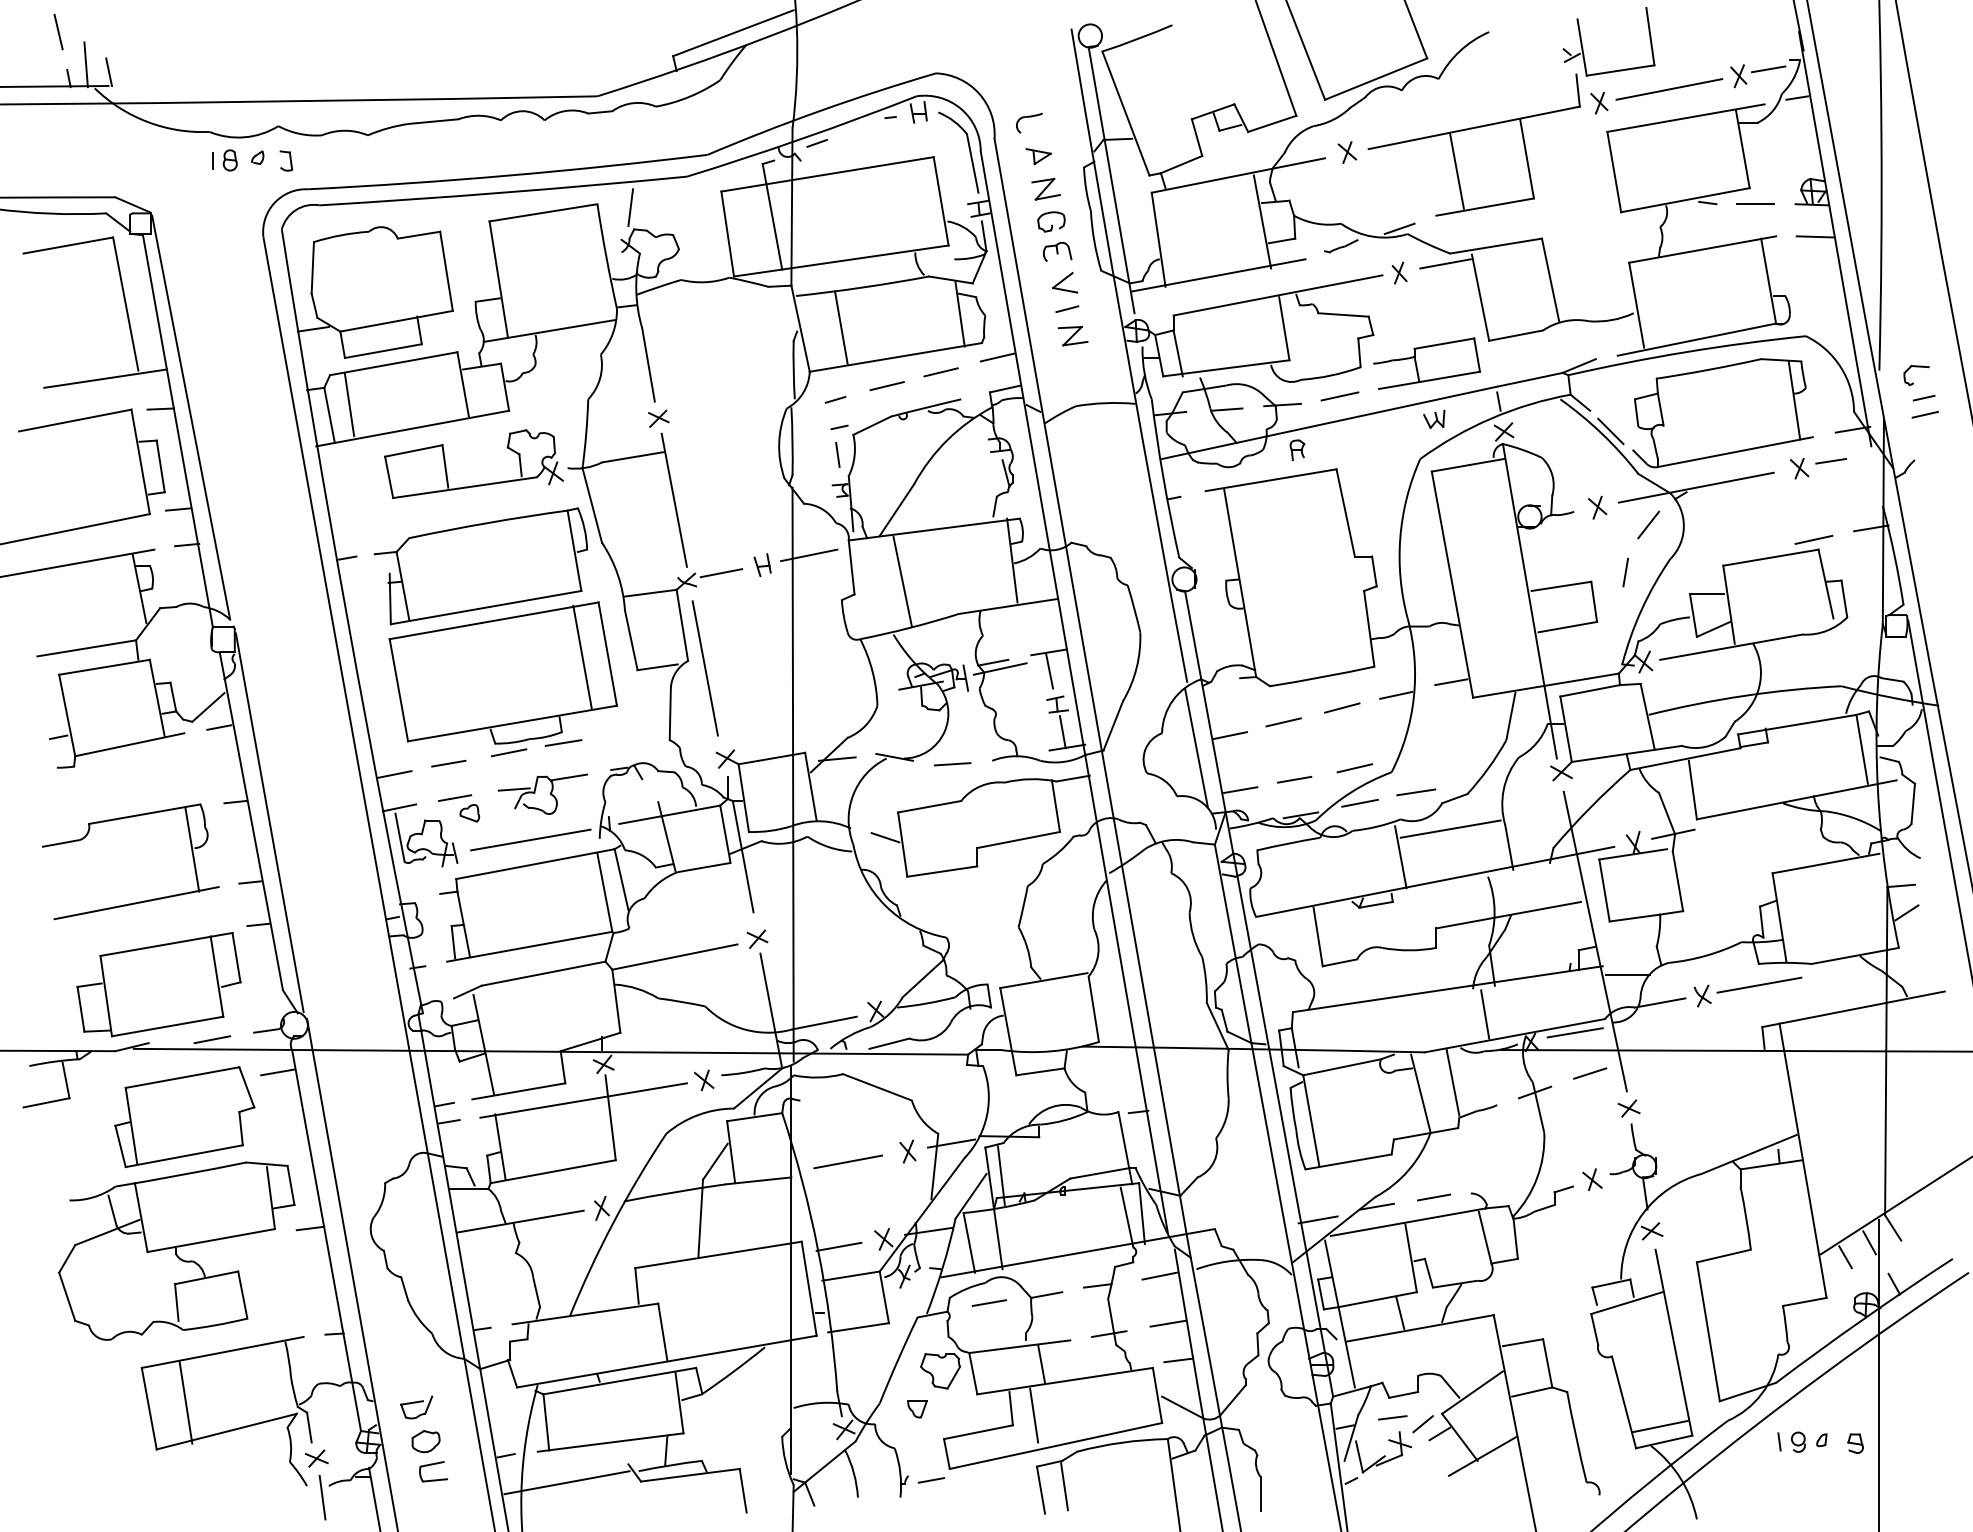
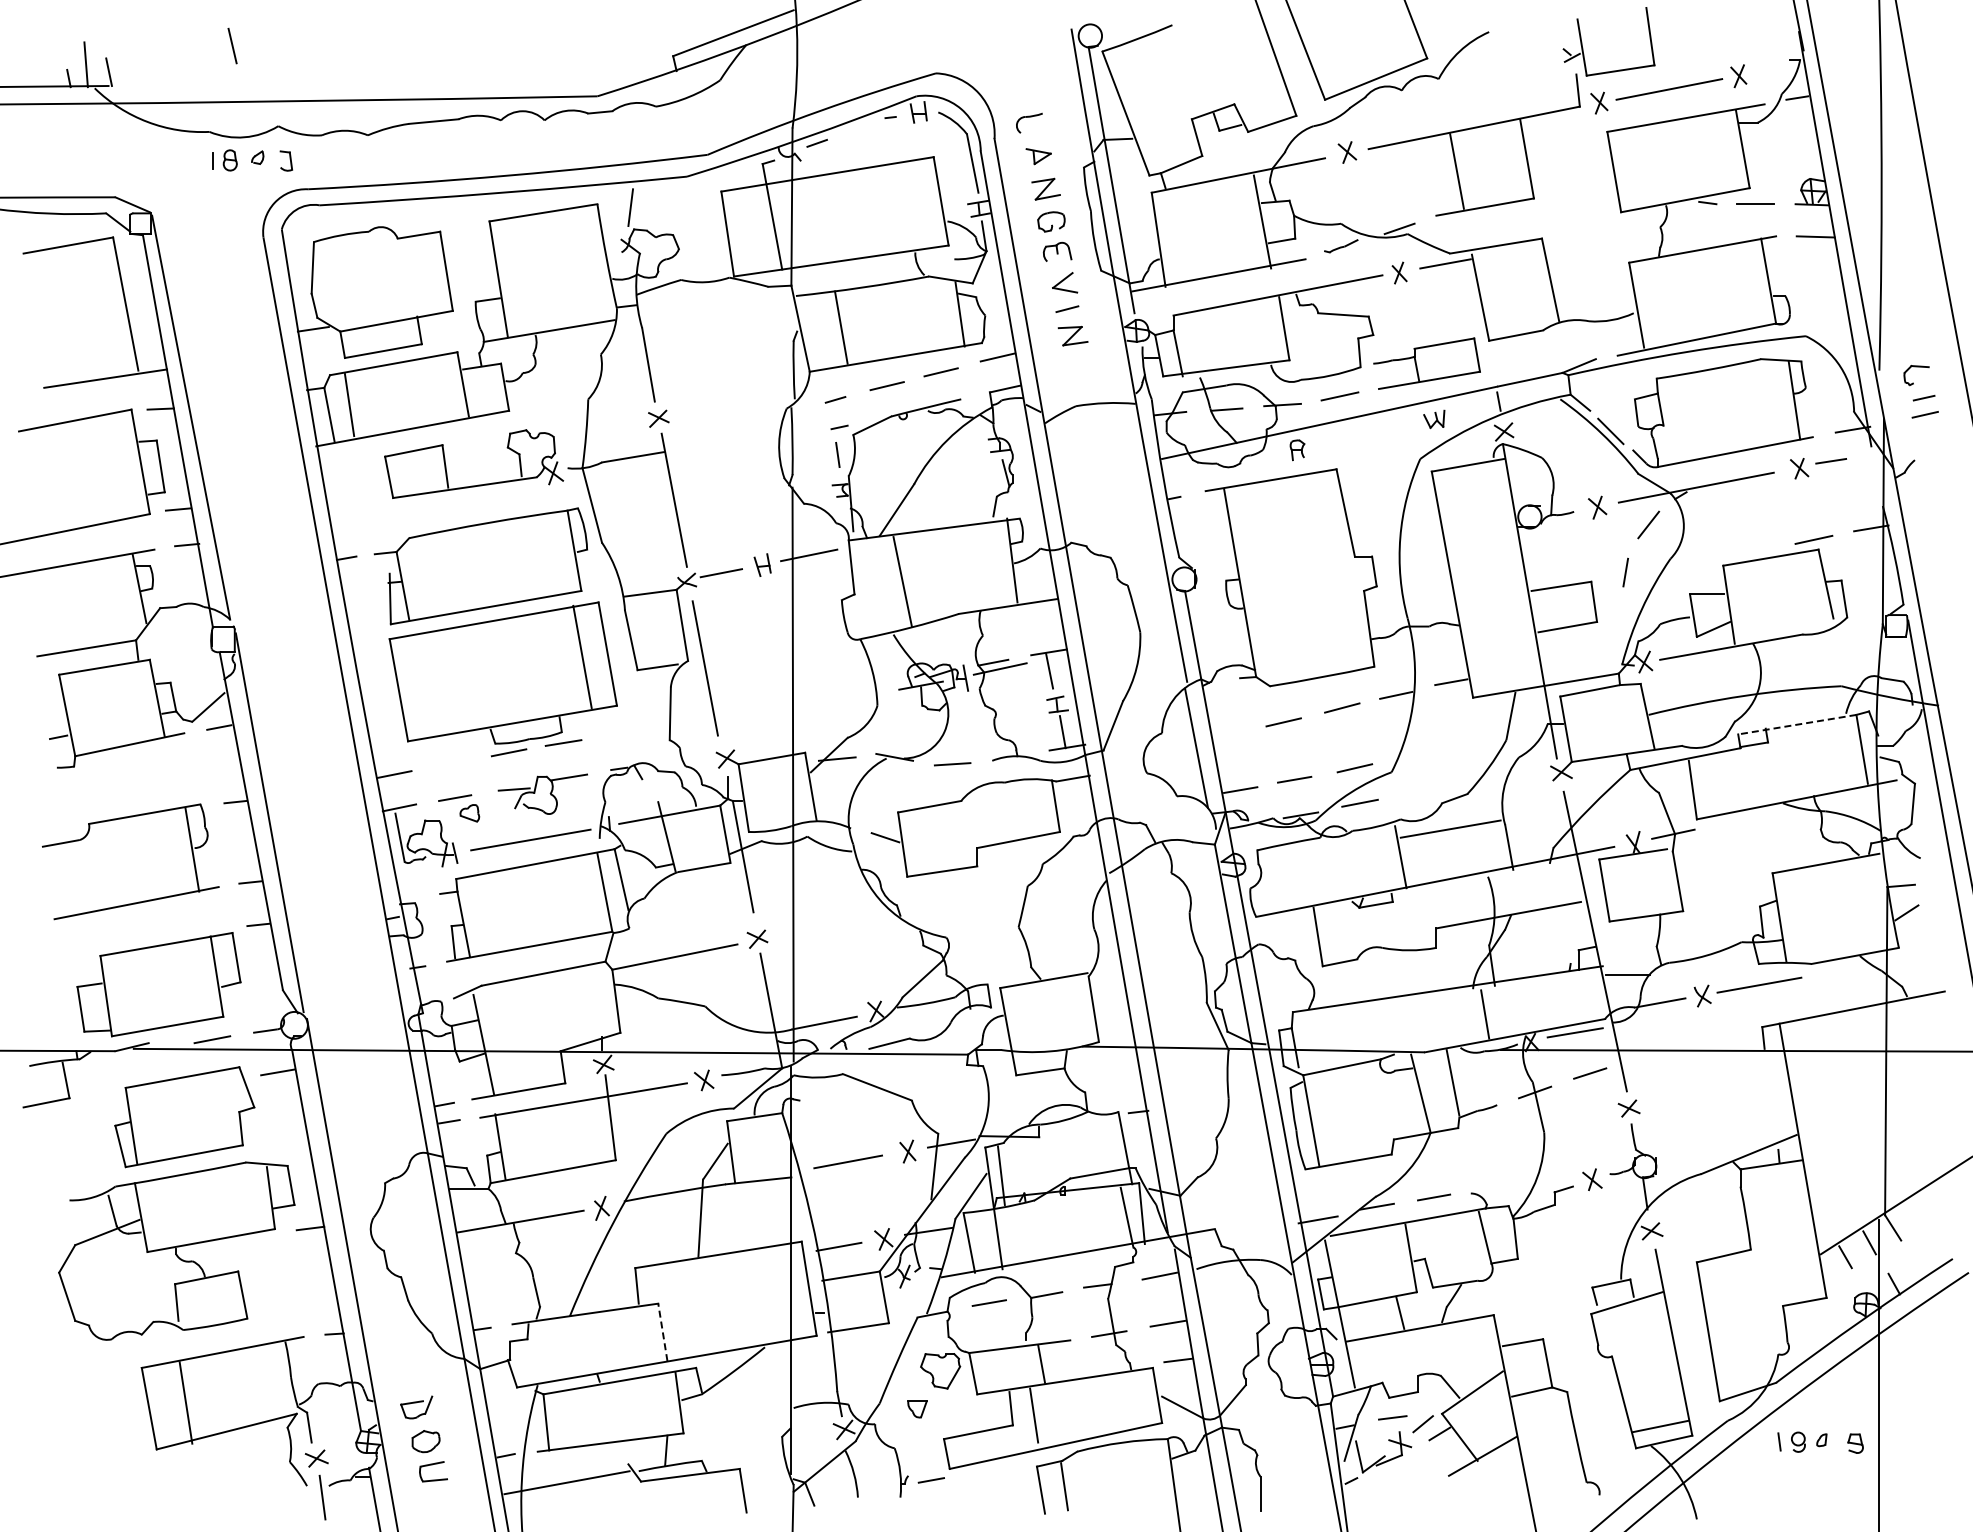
line at (58, 32) position: (58, 32) -> (232, 46)
line at (1768, 69): present -> none
line at (1797, 724): solid -> dashed
line at (1230, 735): present -> none
line at (448, 763): present -> none
line at (1416, 792): present -> none
line at (662, 1331): solid -> dashed
